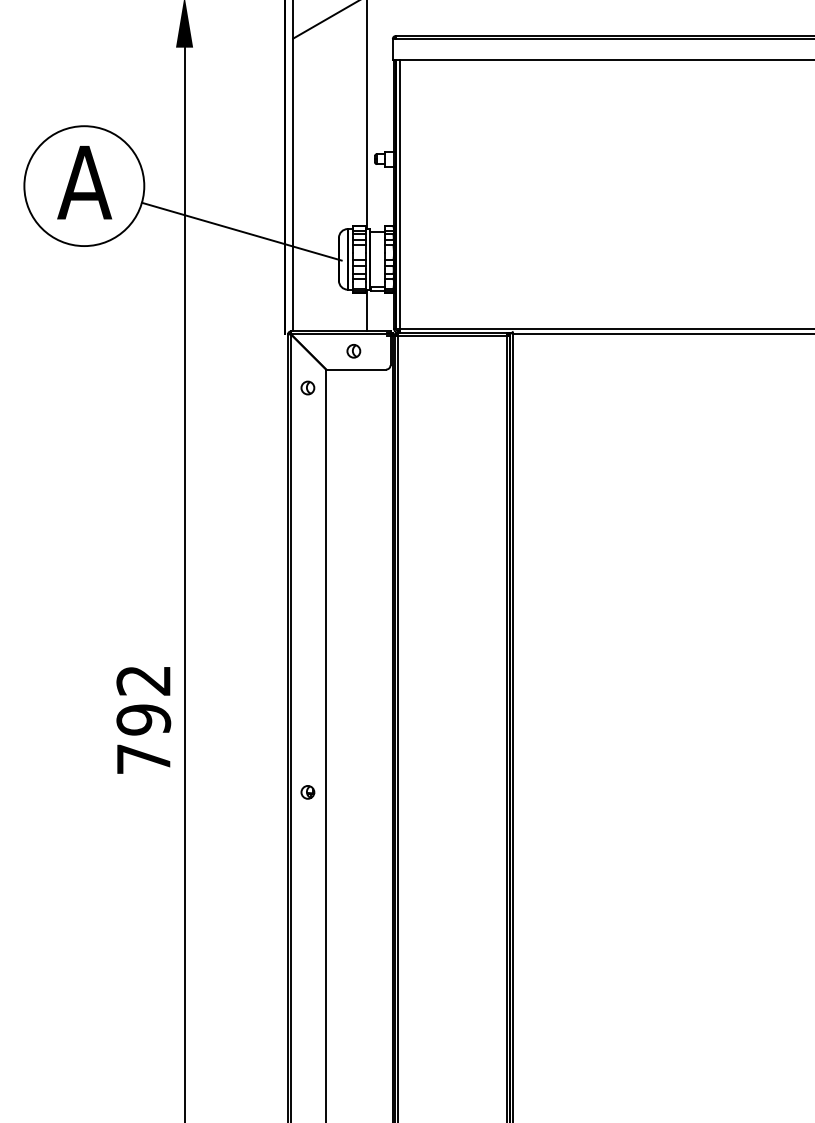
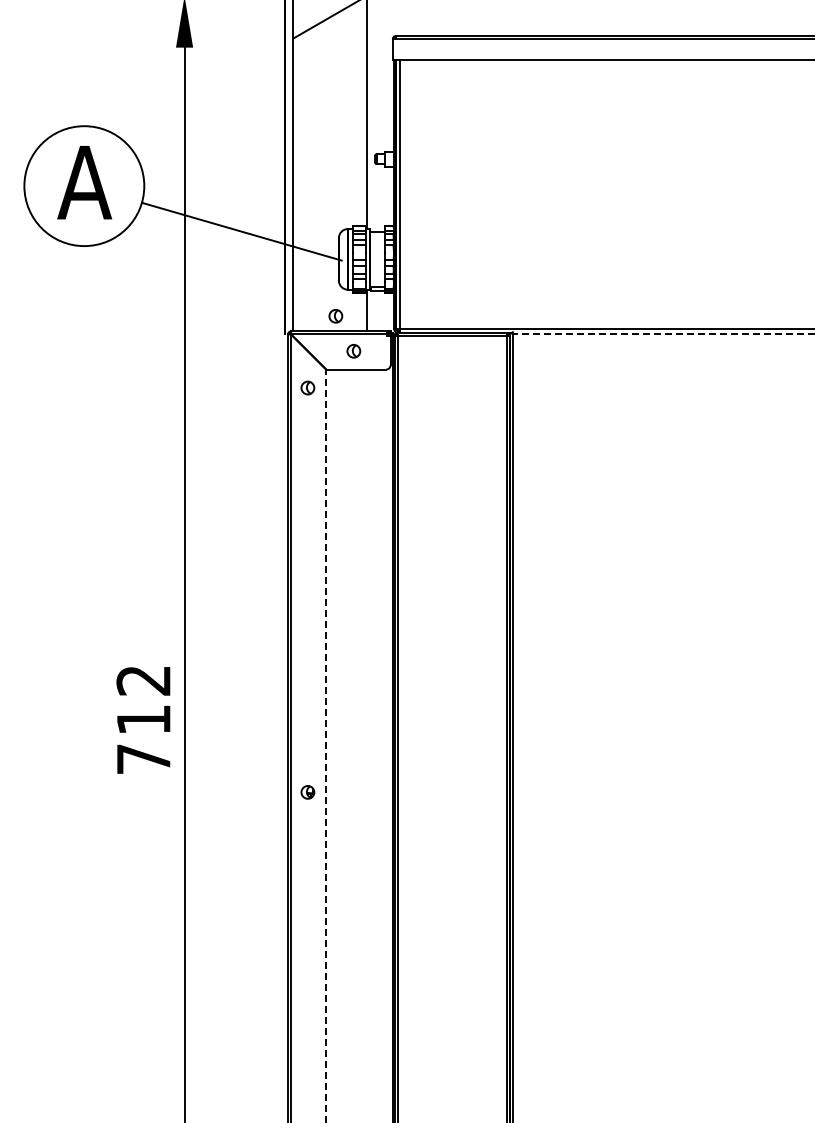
part at (335, 316): none -> present
line at (663, 334): solid -> dashed
text at (143, 719): 792 -> 712
line at (326, 745): solid -> dashed
